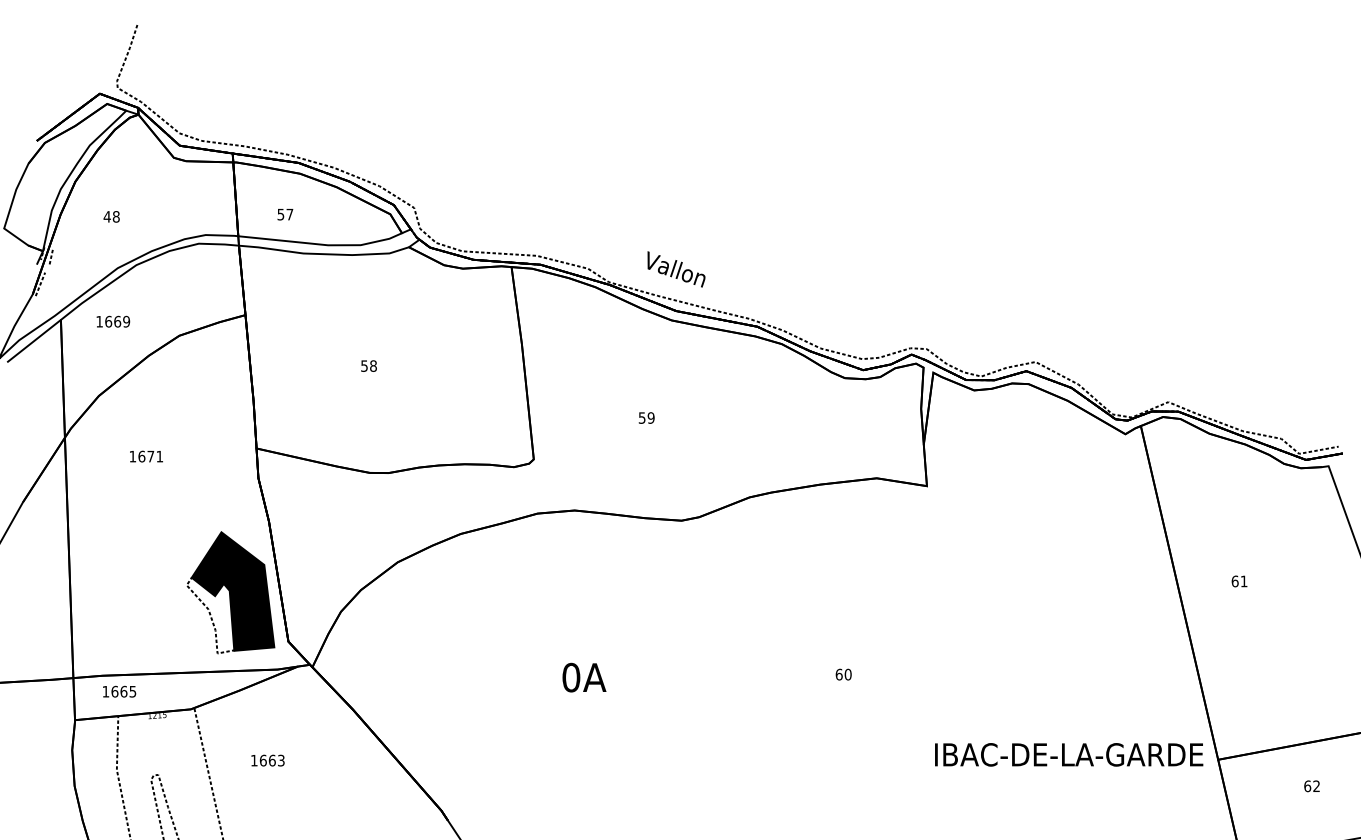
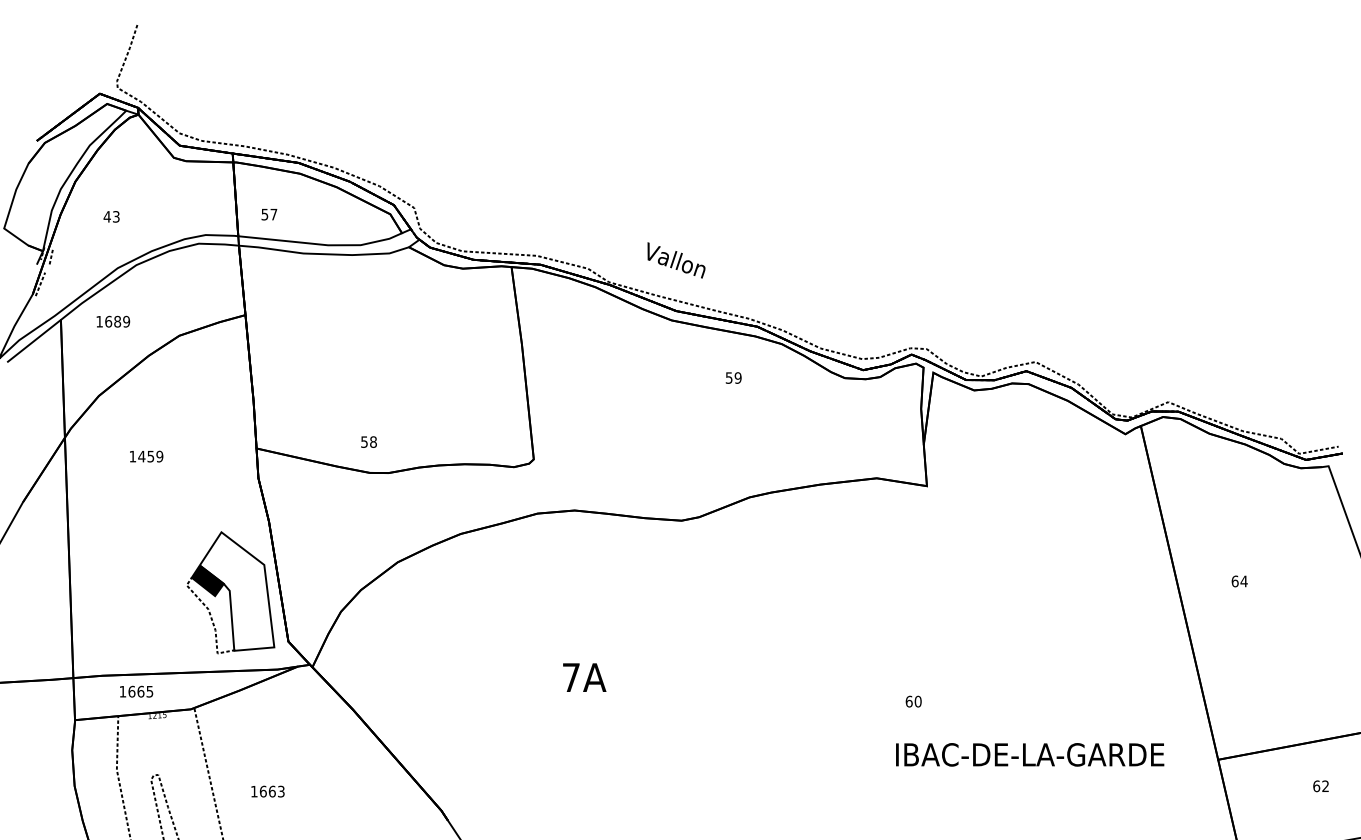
text at (285, 214) position: (285, 214) -> (269, 214)
text at (115, 216): 48 -> 43
text at (676, 269) position: (676, 269) -> (676, 260)
text at (117, 321): 1669 -> 1689
text at (368, 365) position: (368, 365) -> (368, 441)
text at (646, 417) position: (646, 417) -> (733, 377)
text at (150, 456): 1671 -> 1459
text at (1243, 581): 61 -> 64
fill at (236, 591): present -> none
text at (843, 674) position: (843, 674) -> (913, 701)
text at (571, 677): 0A -> 7A
text at (119, 691) position: (119, 691) -> (136, 691)
text at (1069, 754) position: (1069, 754) -> (1030, 754)
text at (267, 760) position: (267, 760) -> (267, 791)
text at (1311, 786) position: (1311, 786) -> (1320, 786)
